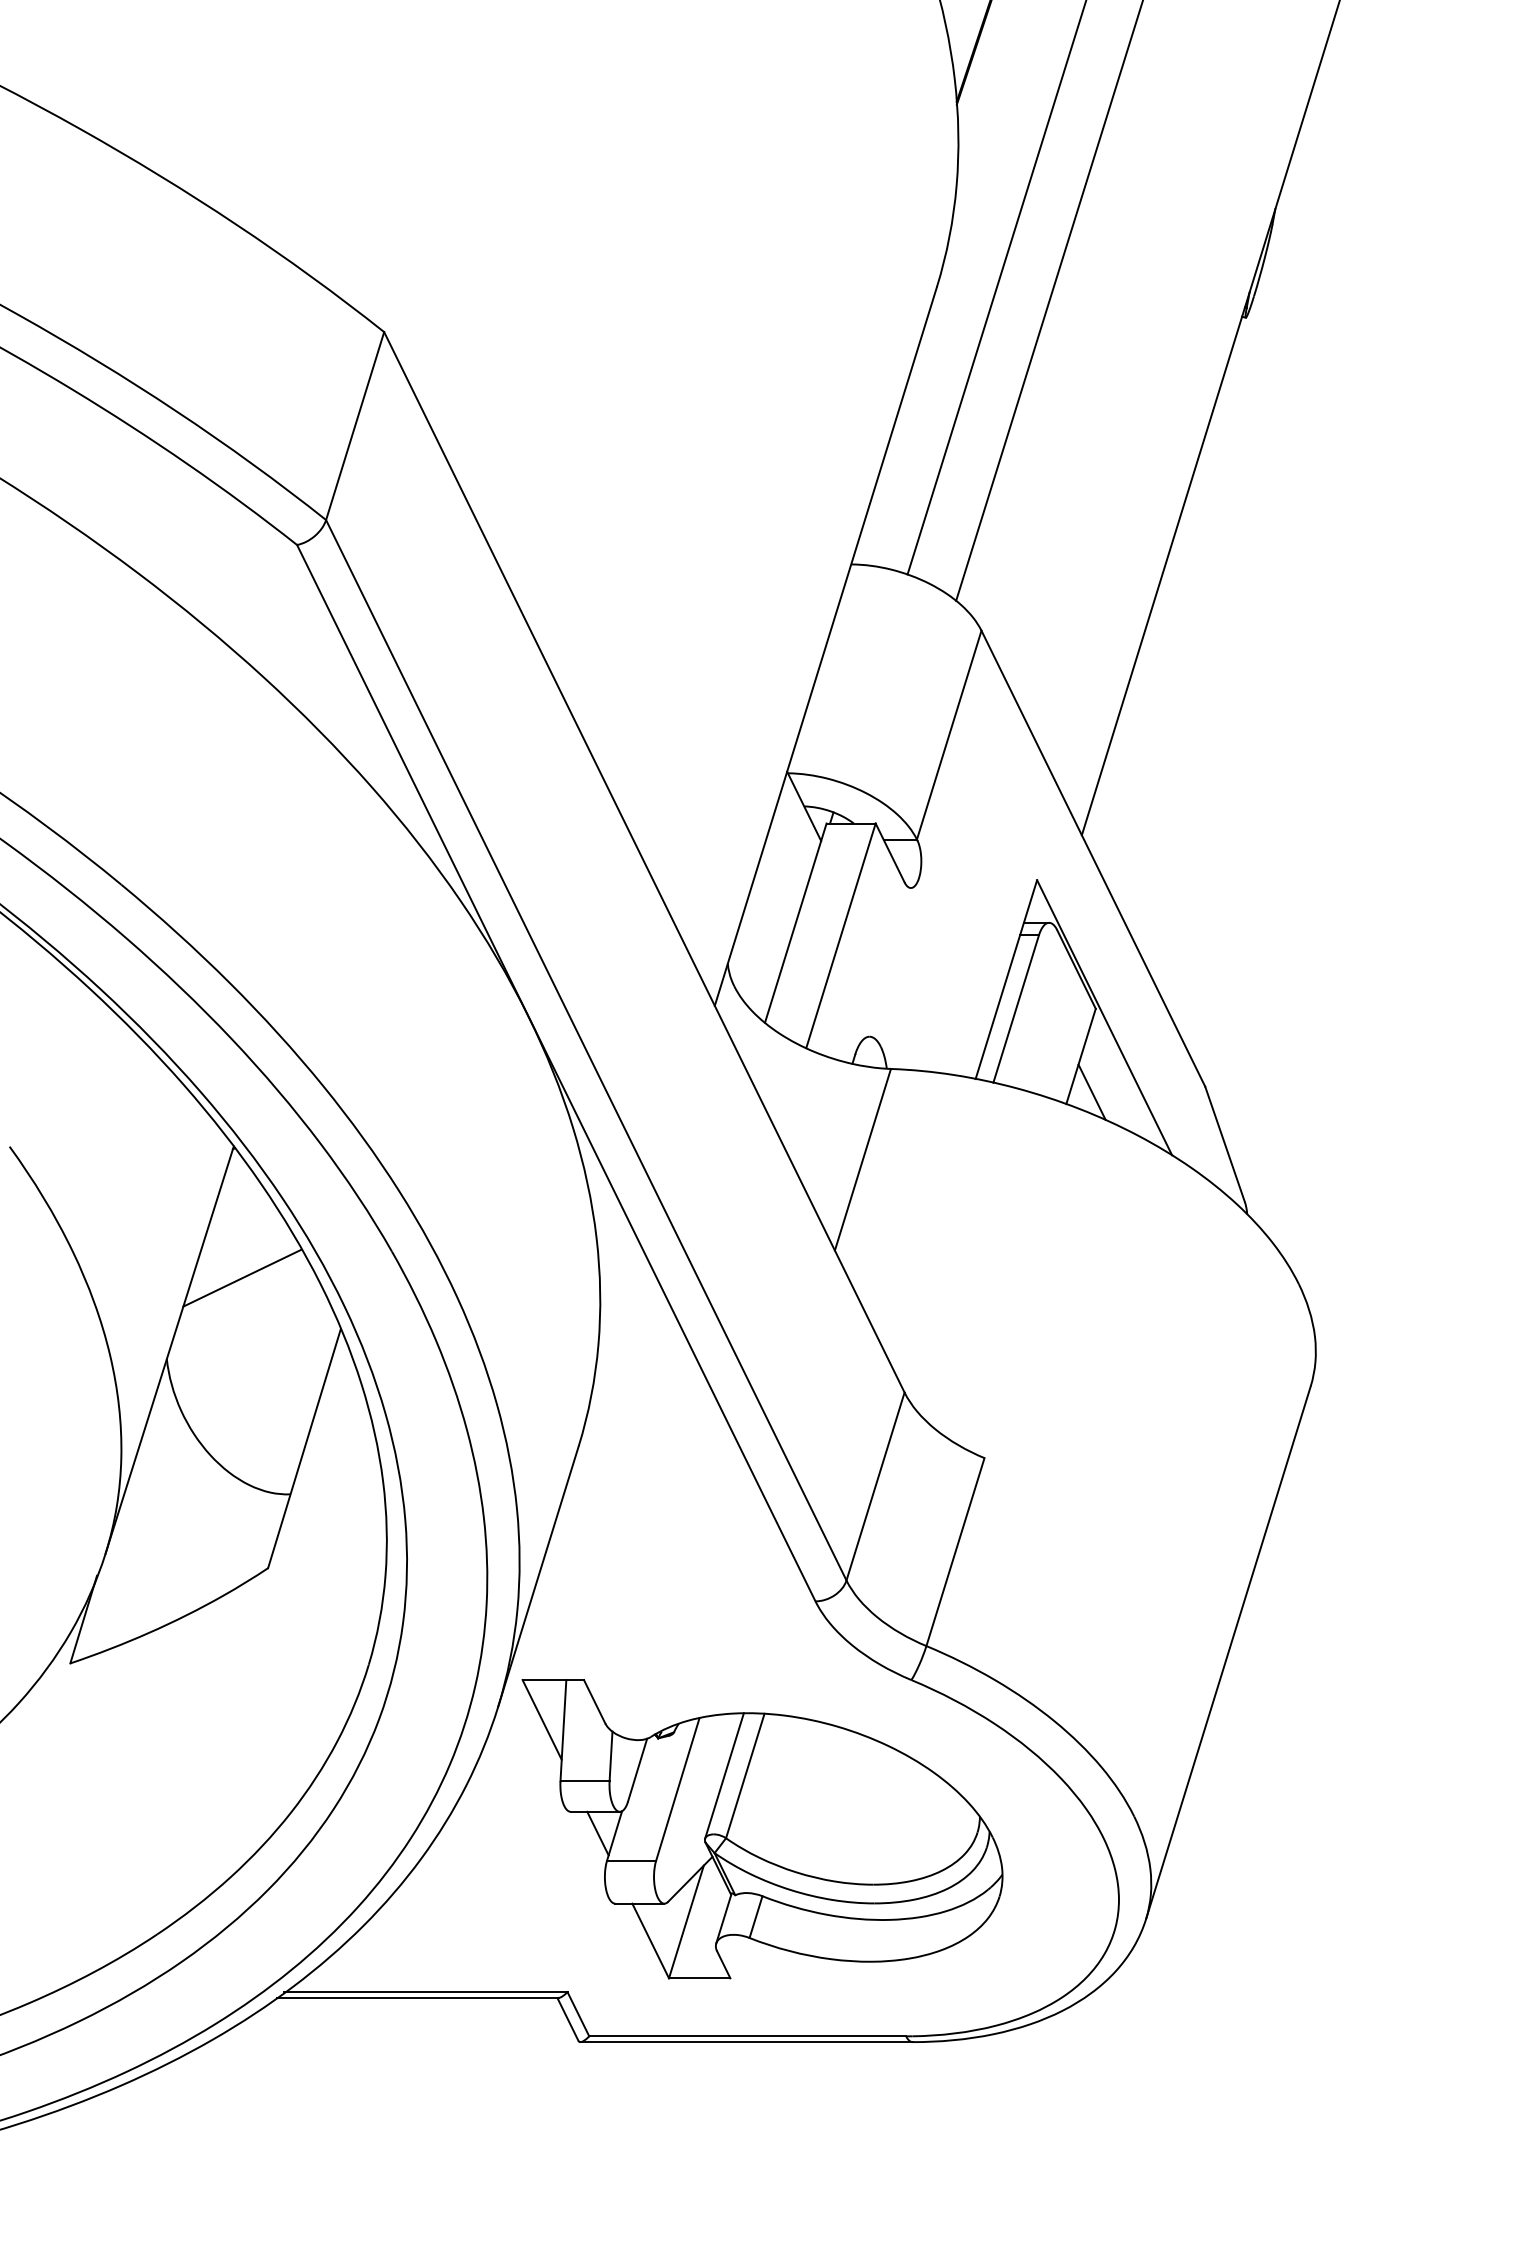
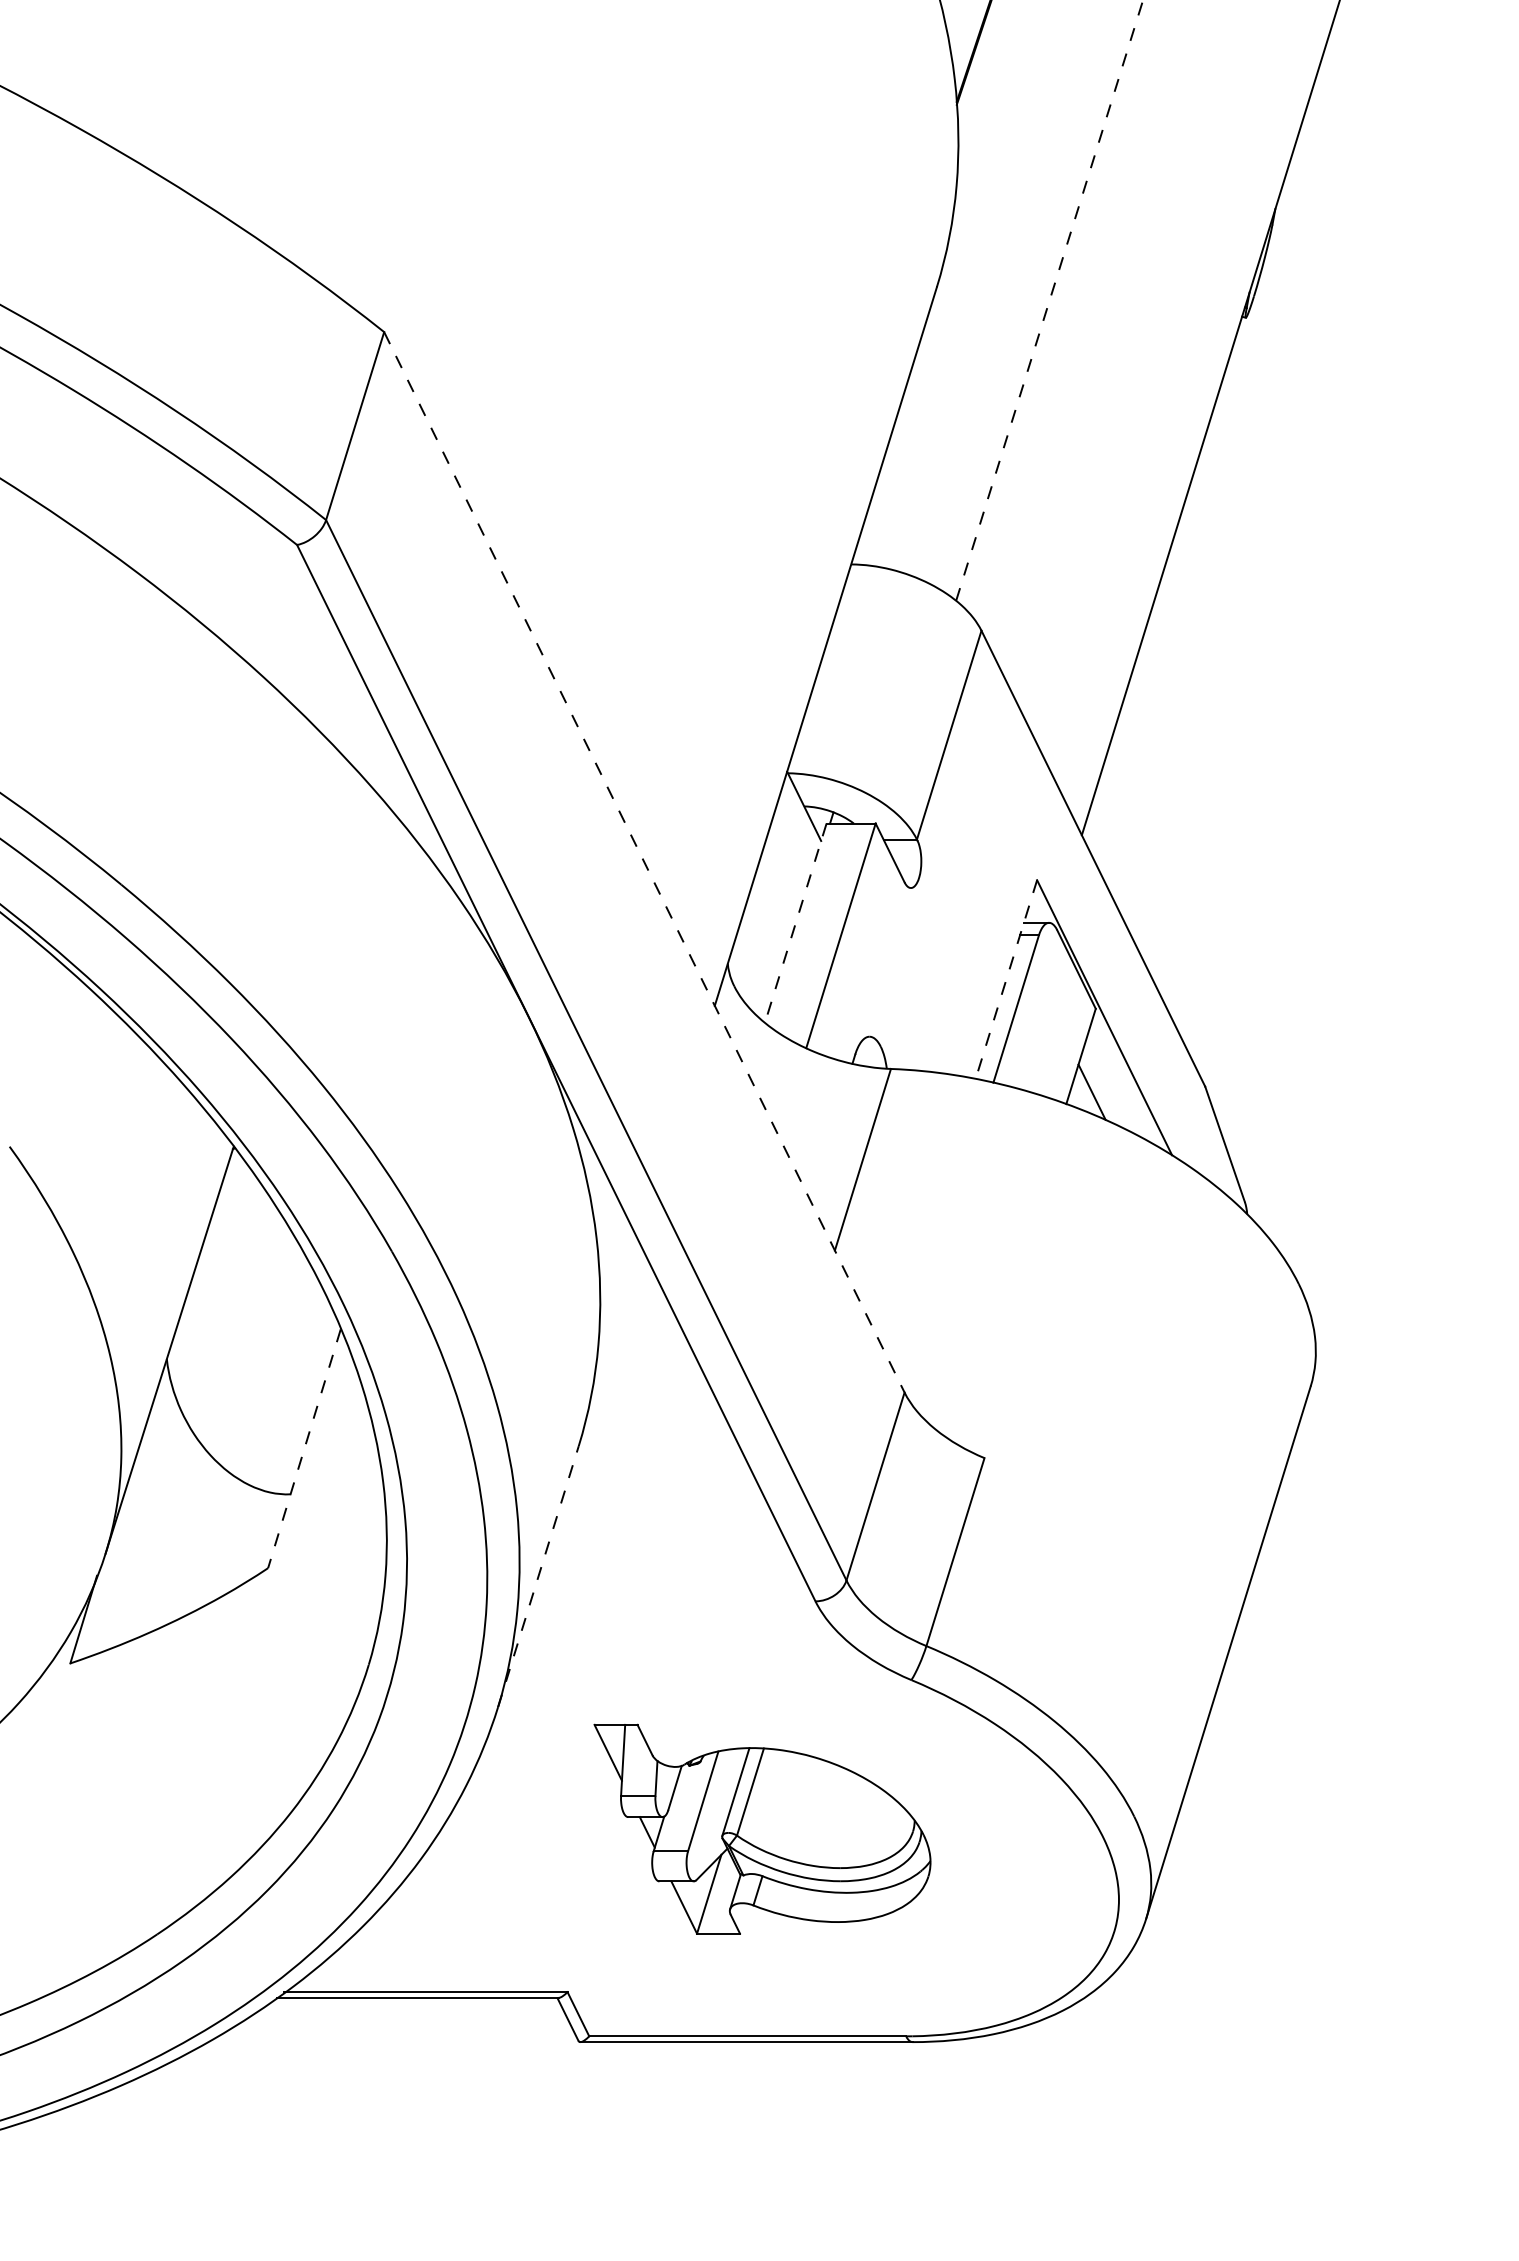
line at (996, 288): present -> none
line at (1049, 300): solid -> dashed
line at (644, 862): solid -> dashed
line at (795, 923): solid -> dashed
line at (1006, 980): solid -> dashed
line at (242, 1277): present -> none
line at (304, 1448): solid -> dashed
line at (538, 1576): solid -> dashed
part at (762, 1829) size: 483x301 px -> 339x212 px
